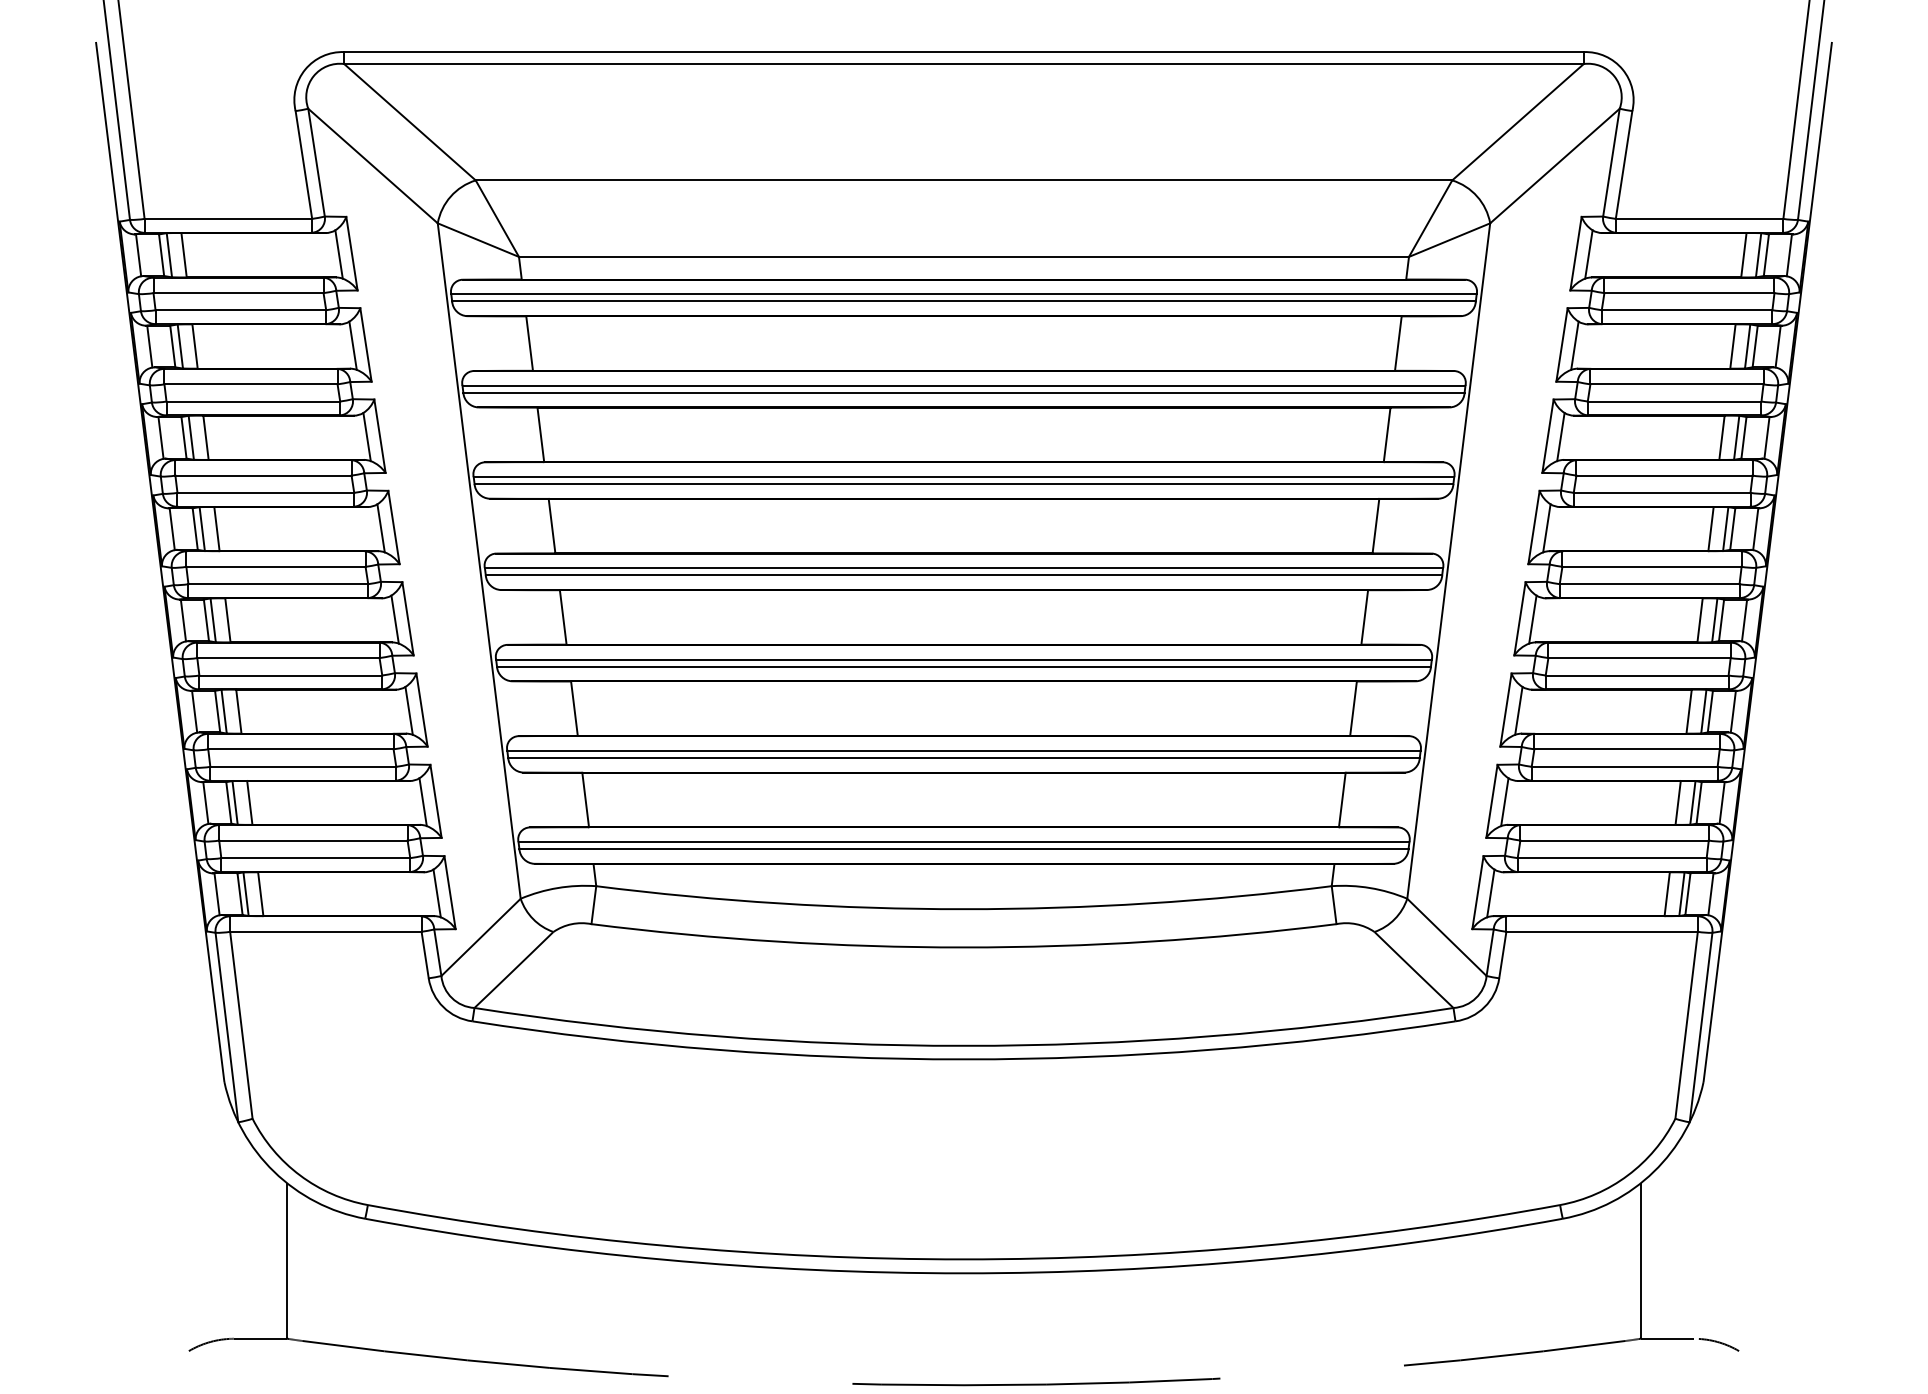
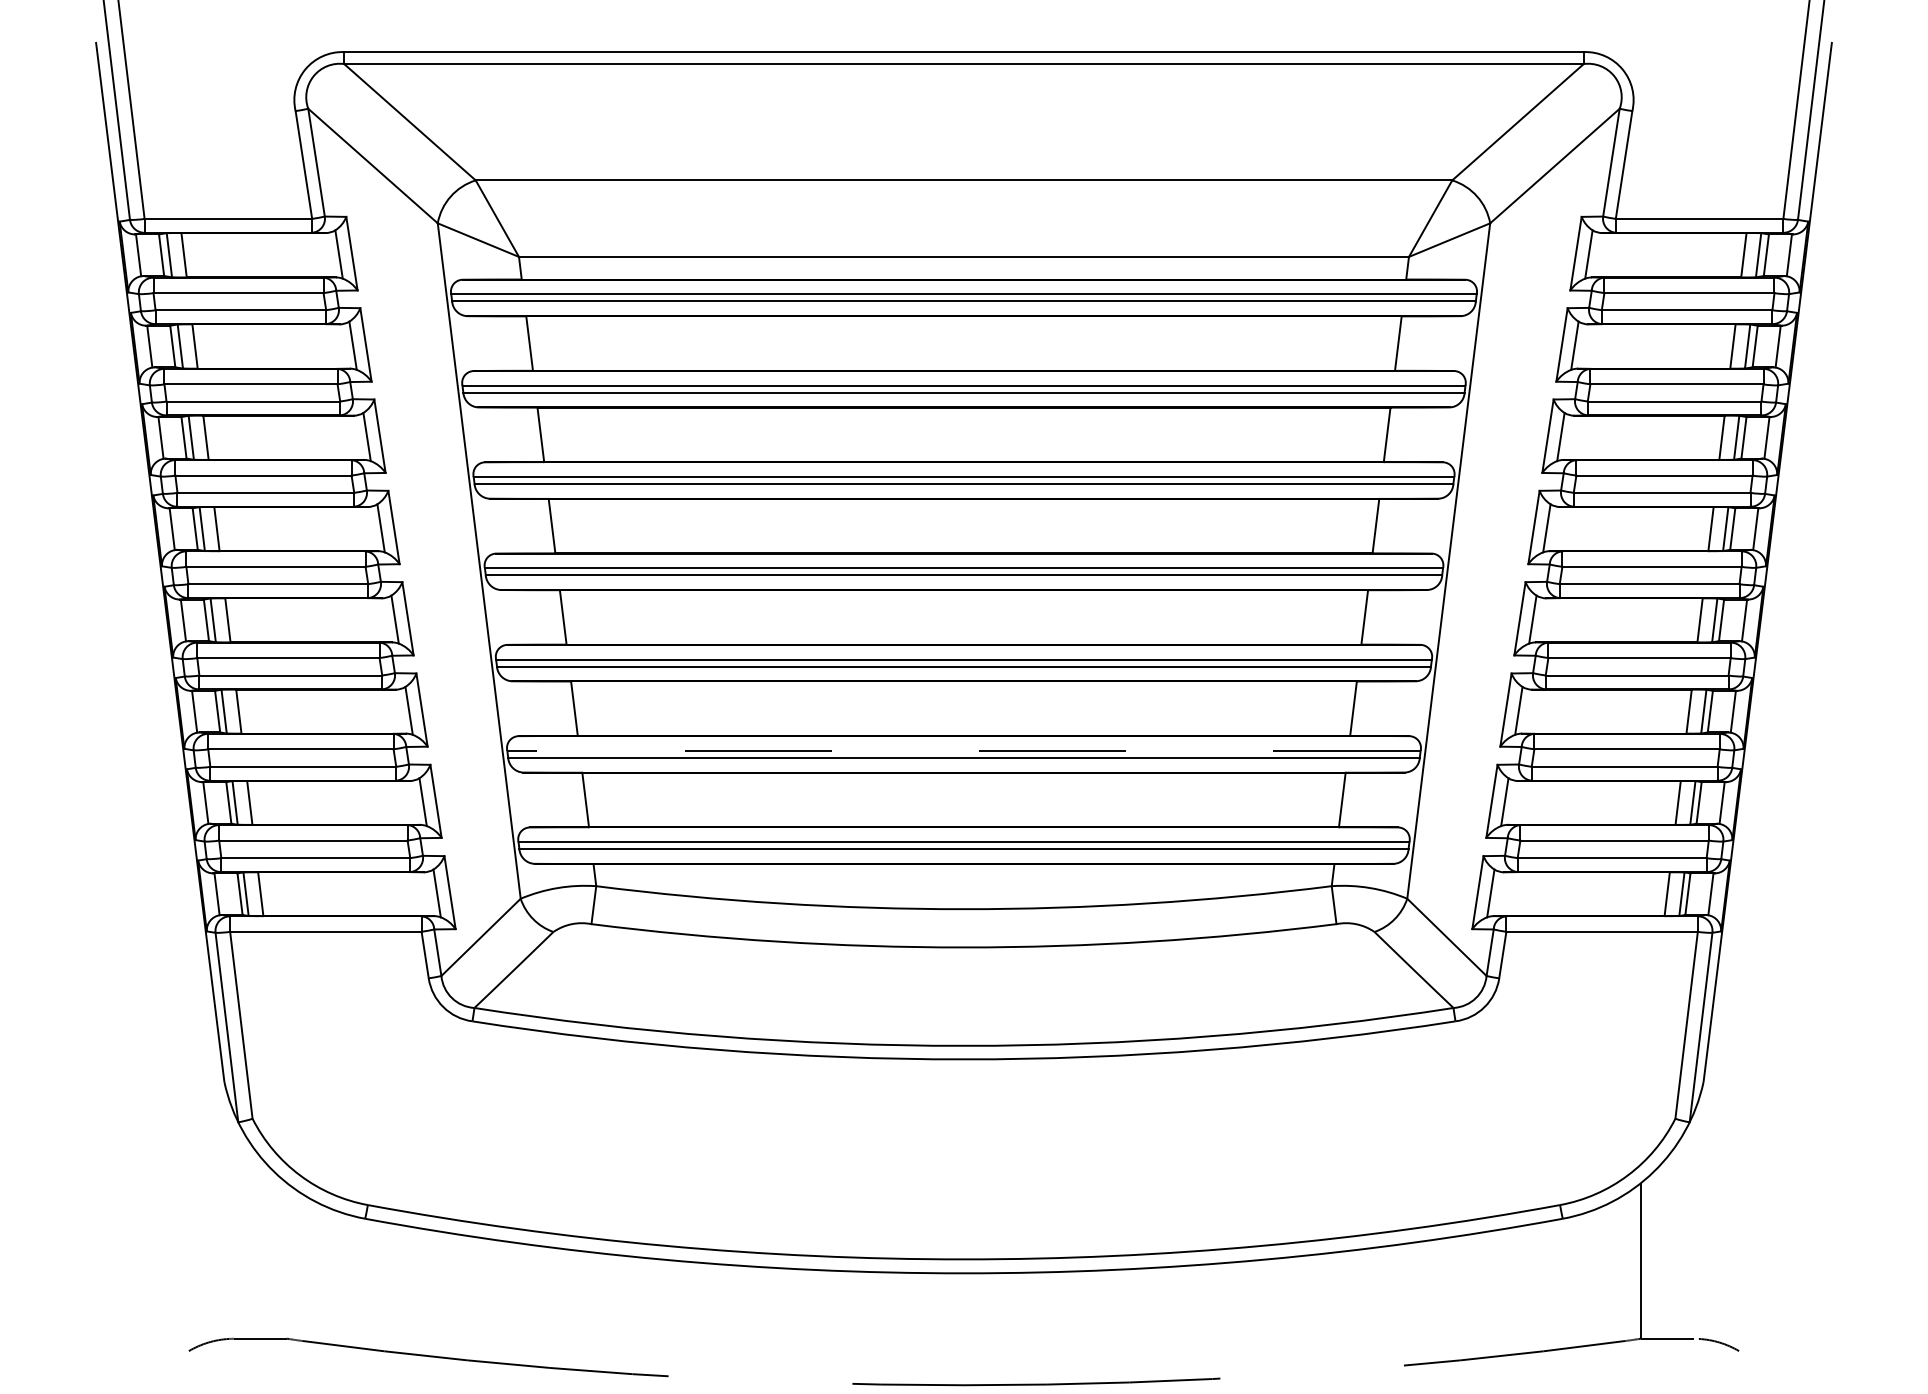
line at (964, 750): solid -> dashed
line at (286, 1260): present -> none
